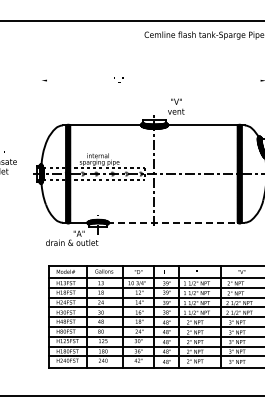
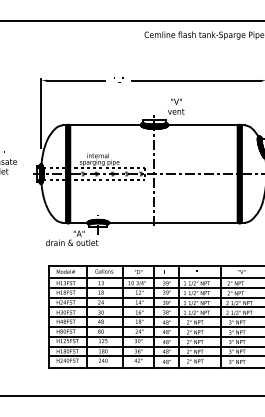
line at (76, 80): none -> present
line at (196, 80): none -> present
line at (41, 113): none -> present
line at (175, 222): dashed -> solid
